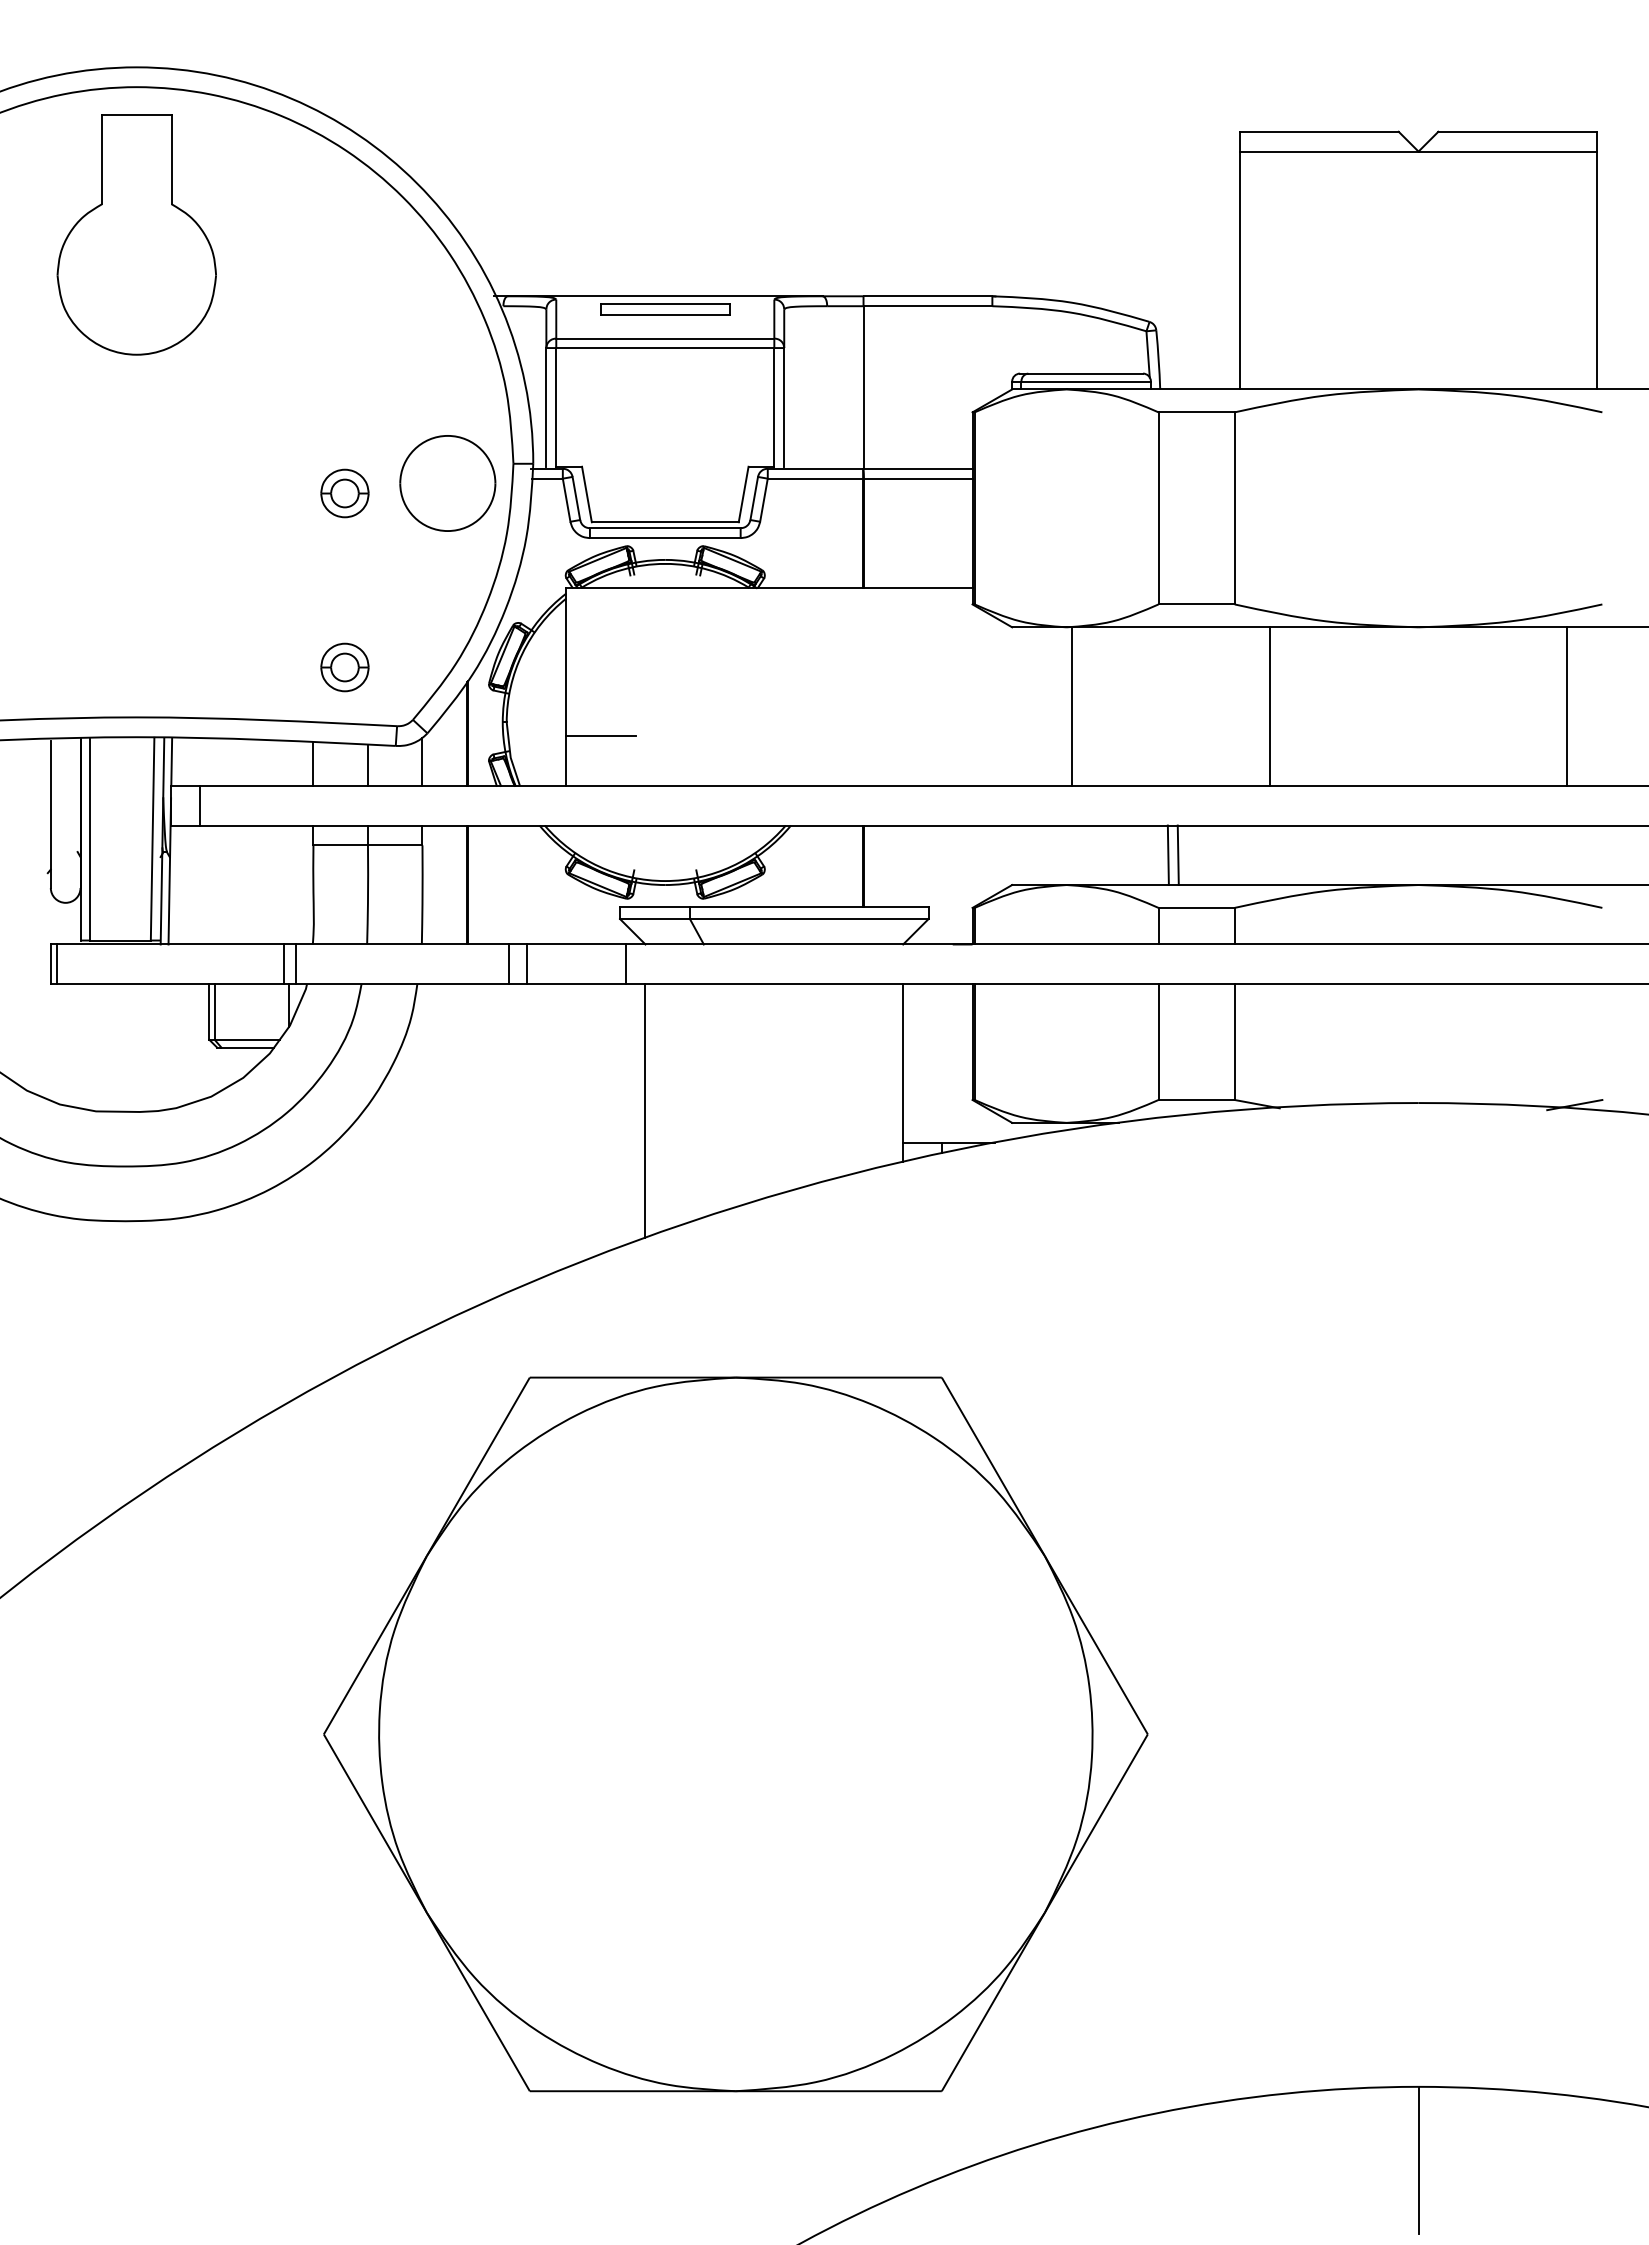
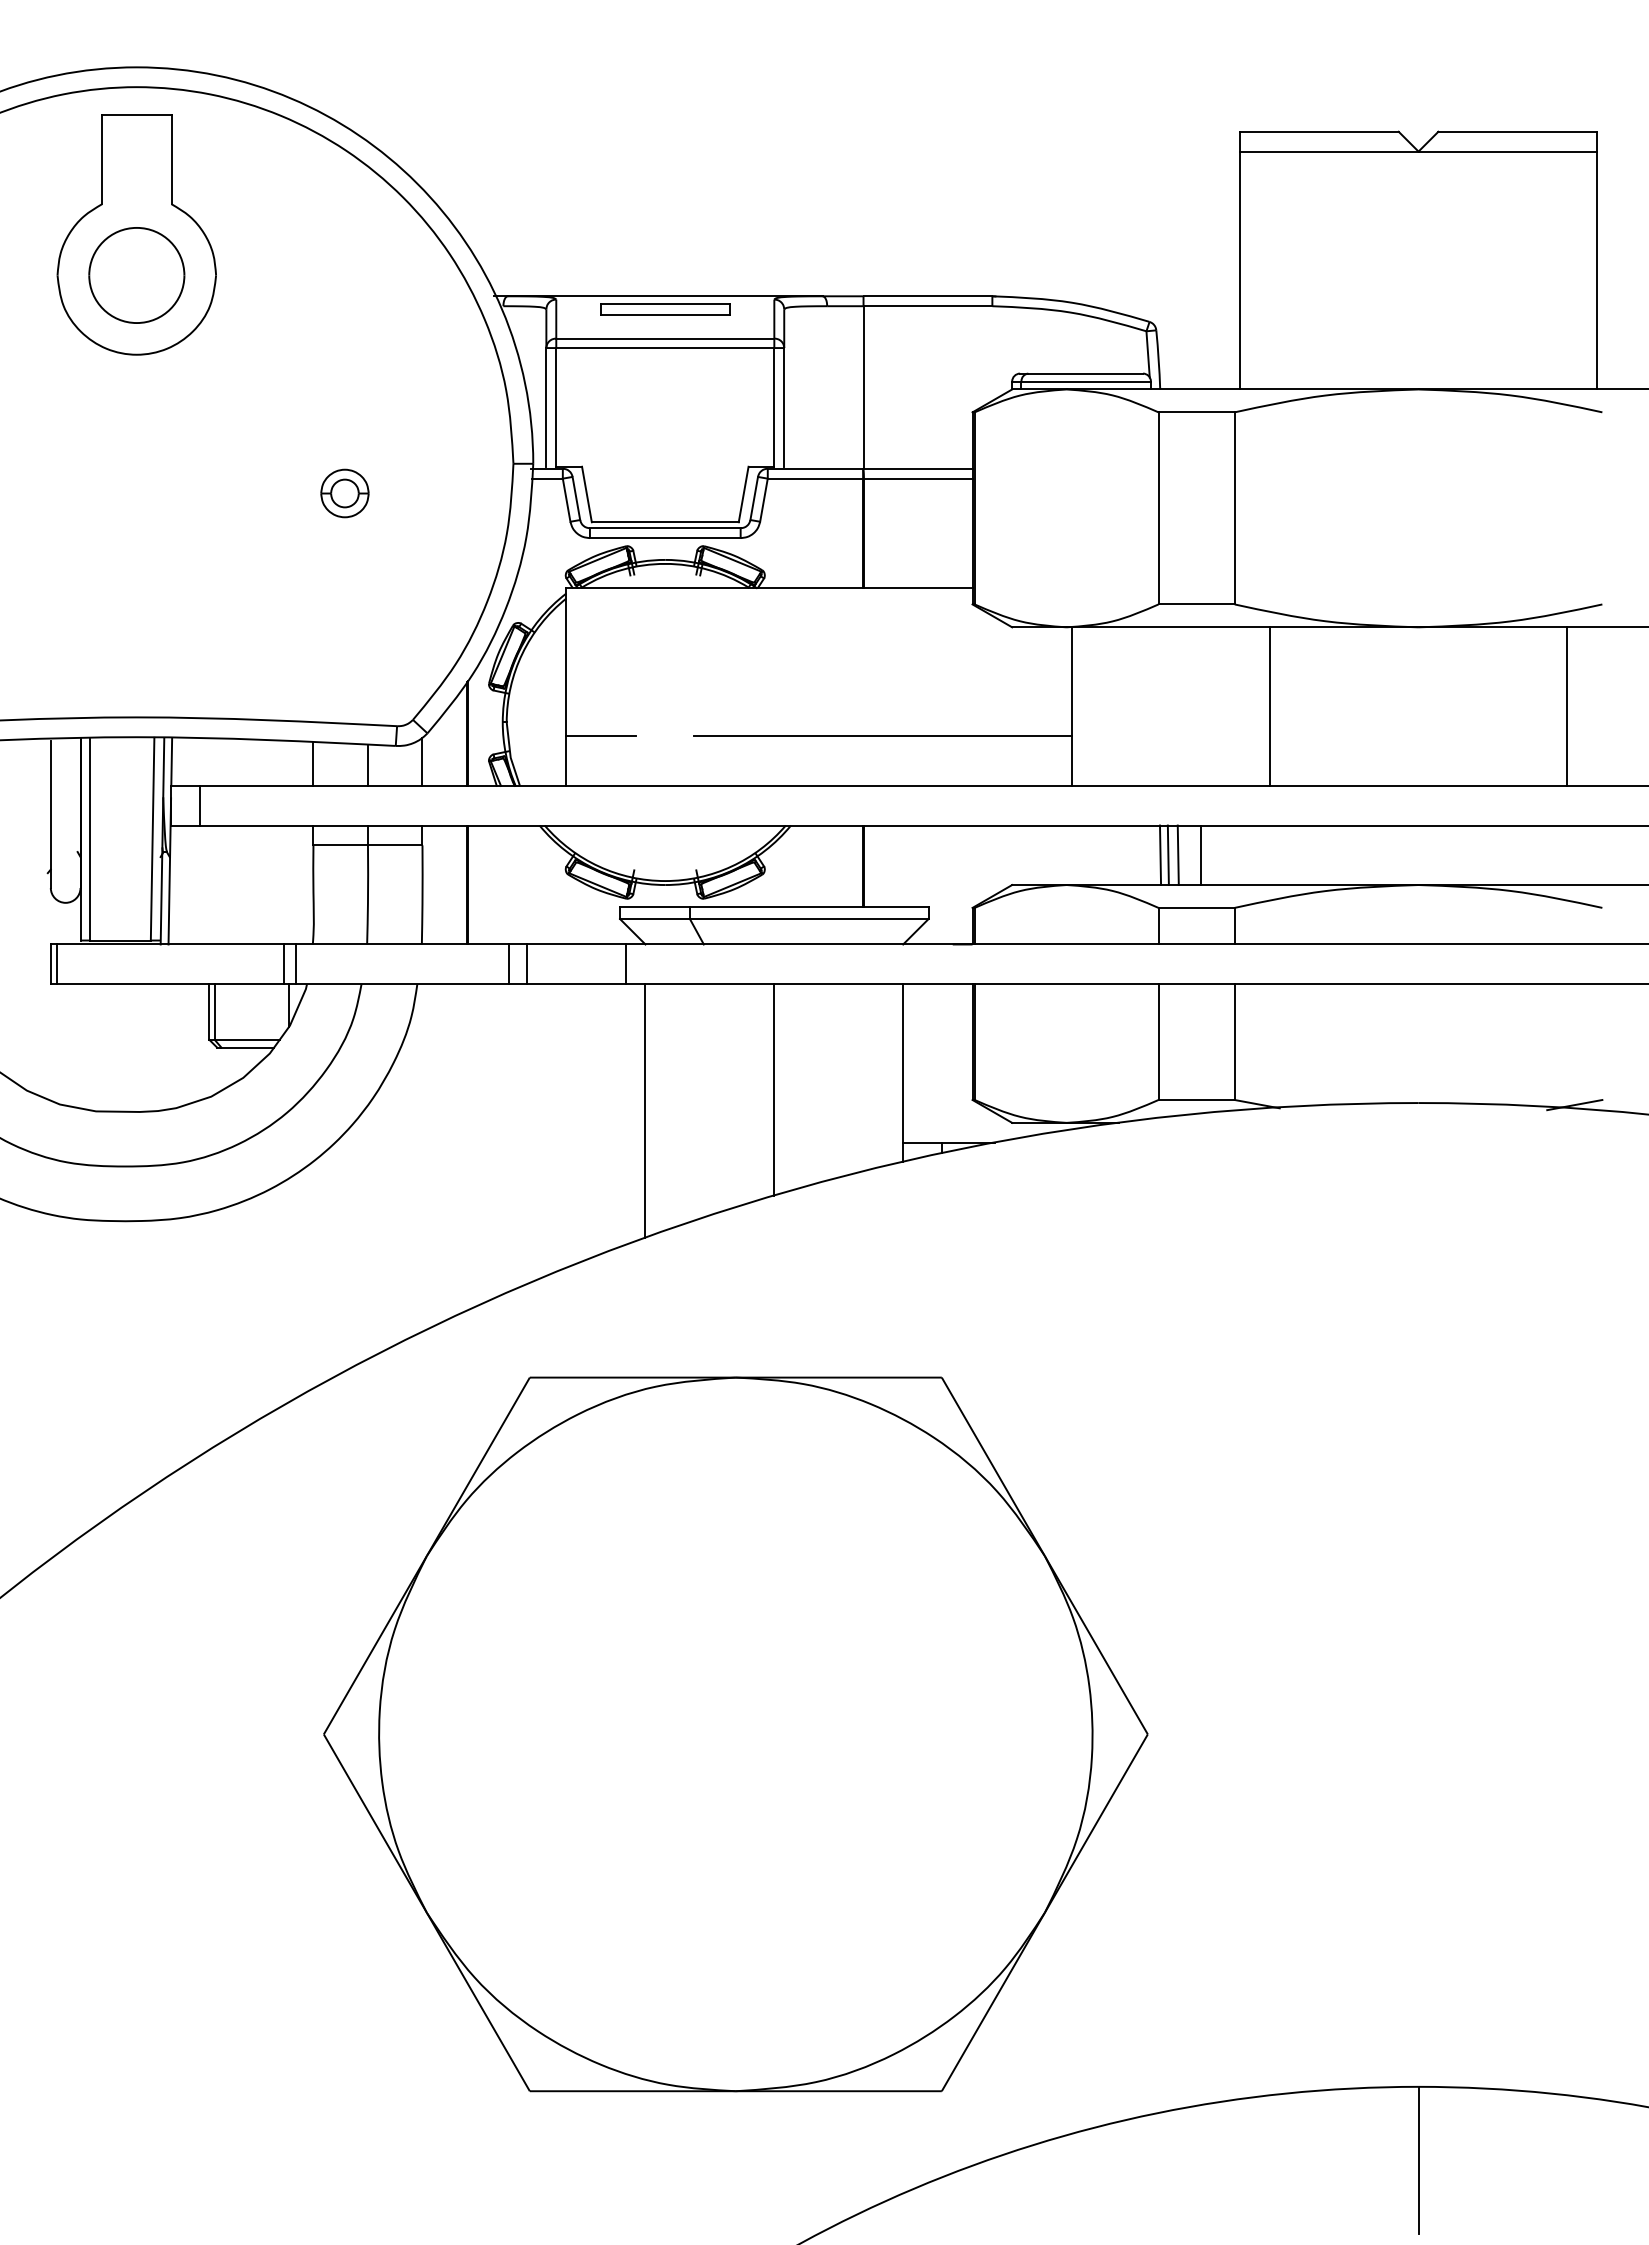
part at (447, 483) position: (447, 483) -> (136, 275)
part at (344, 667): present -> none
line at (882, 736): none -> present
line at (1160, 855): none -> present
line at (1200, 855): none -> present
line at (774, 1089): none -> present
